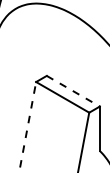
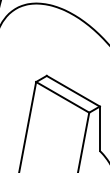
line at (73, 91): dashed -> solid
line at (27, 127): dashed -> solid
